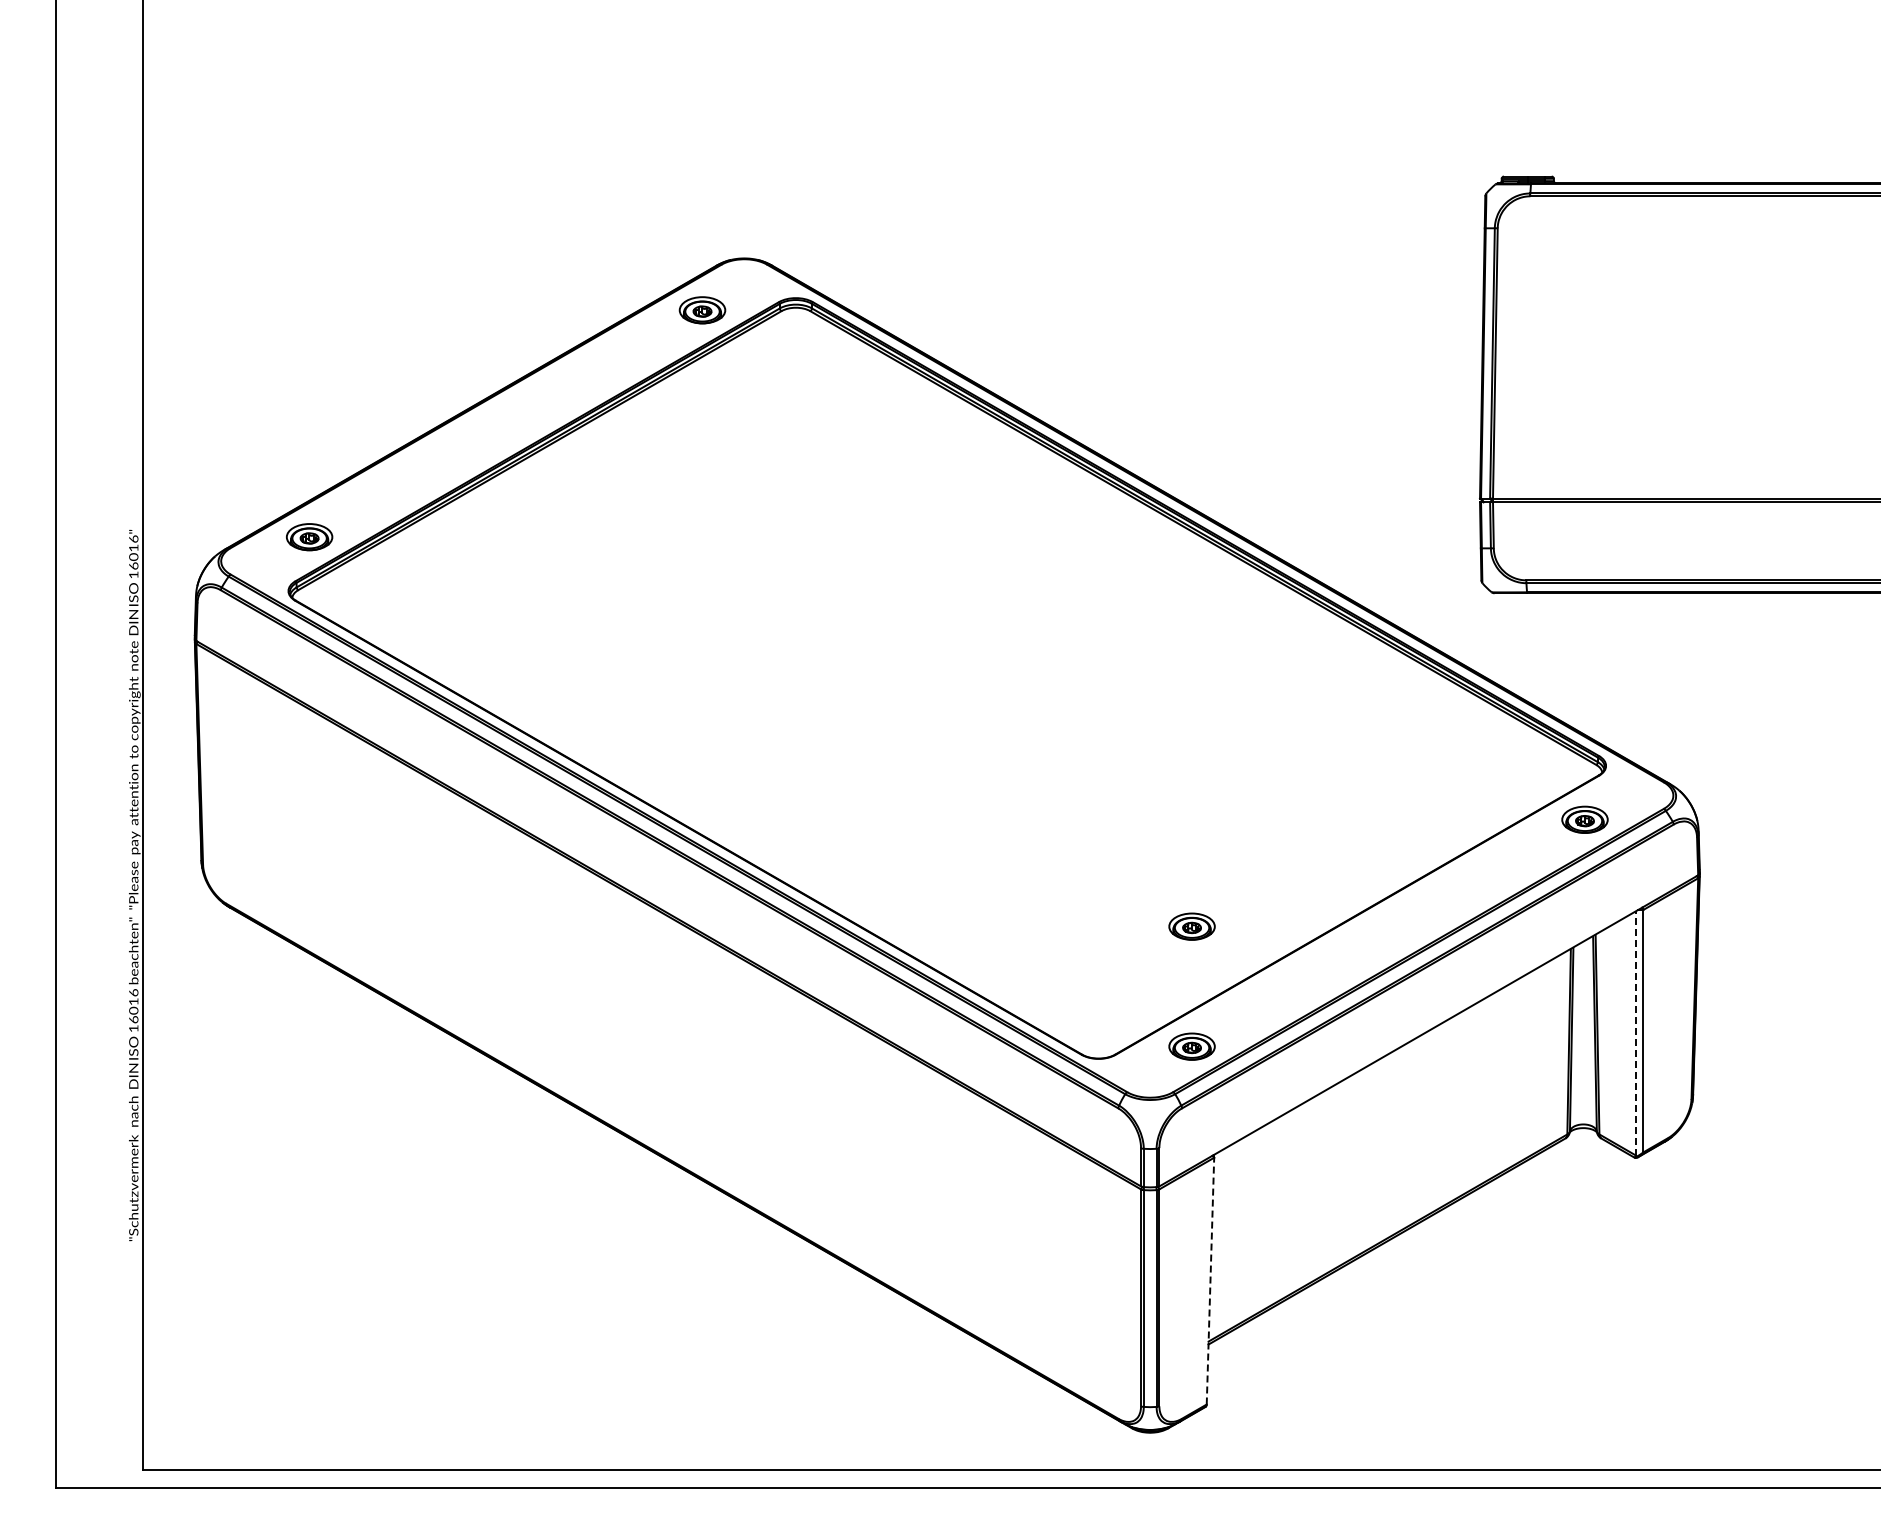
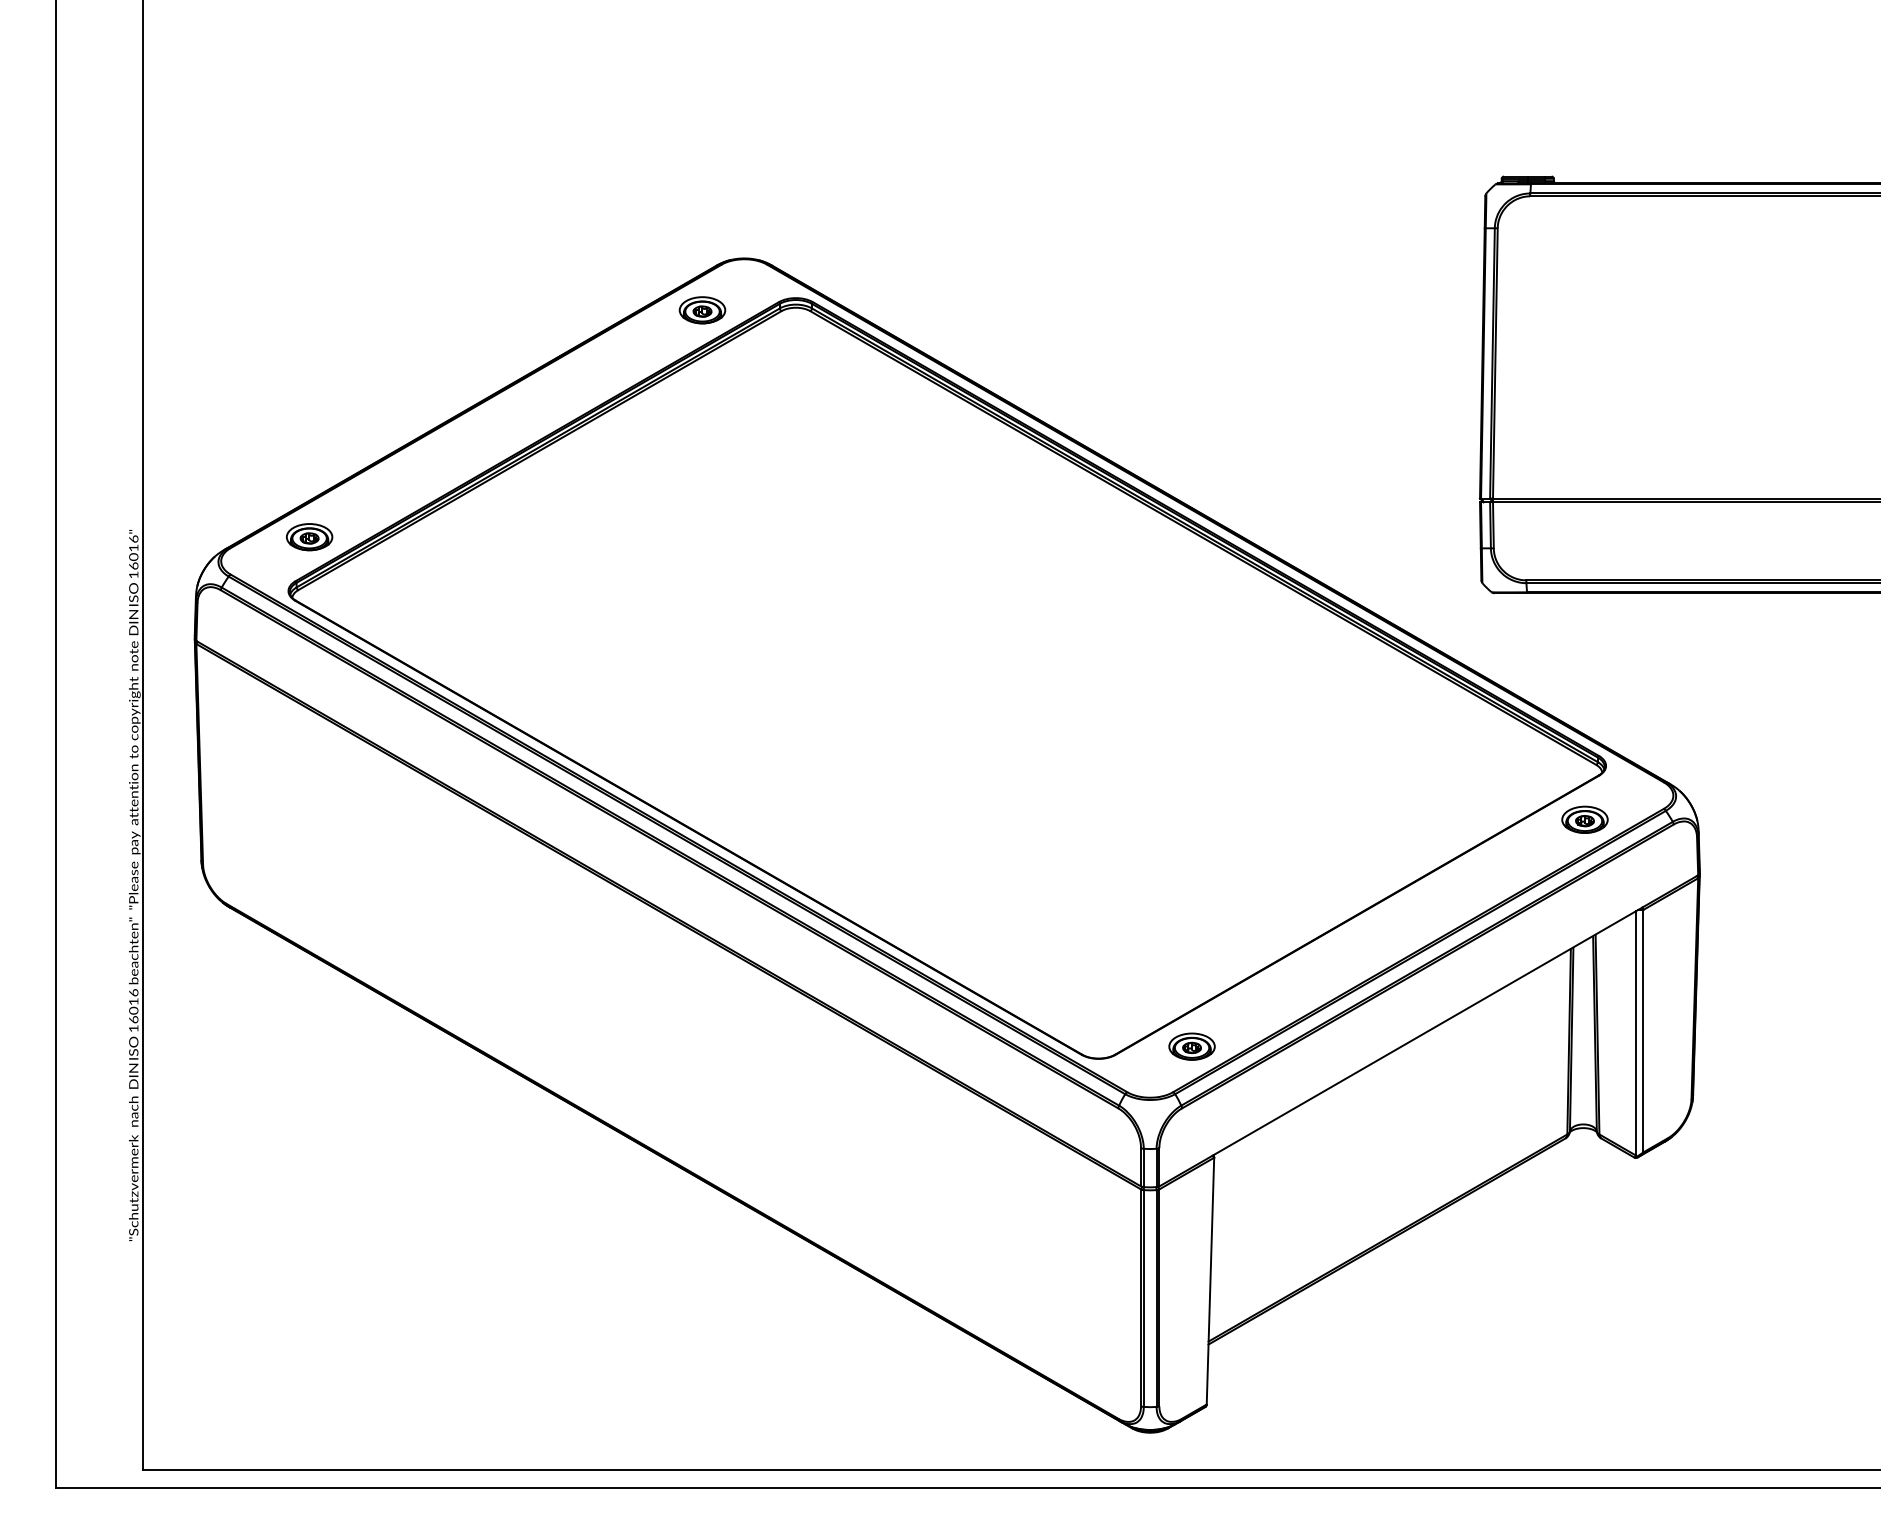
part at (1191, 926): present -> none
line at (1636, 1032): dashed -> solid
line at (1210, 1280): dashed -> solid
